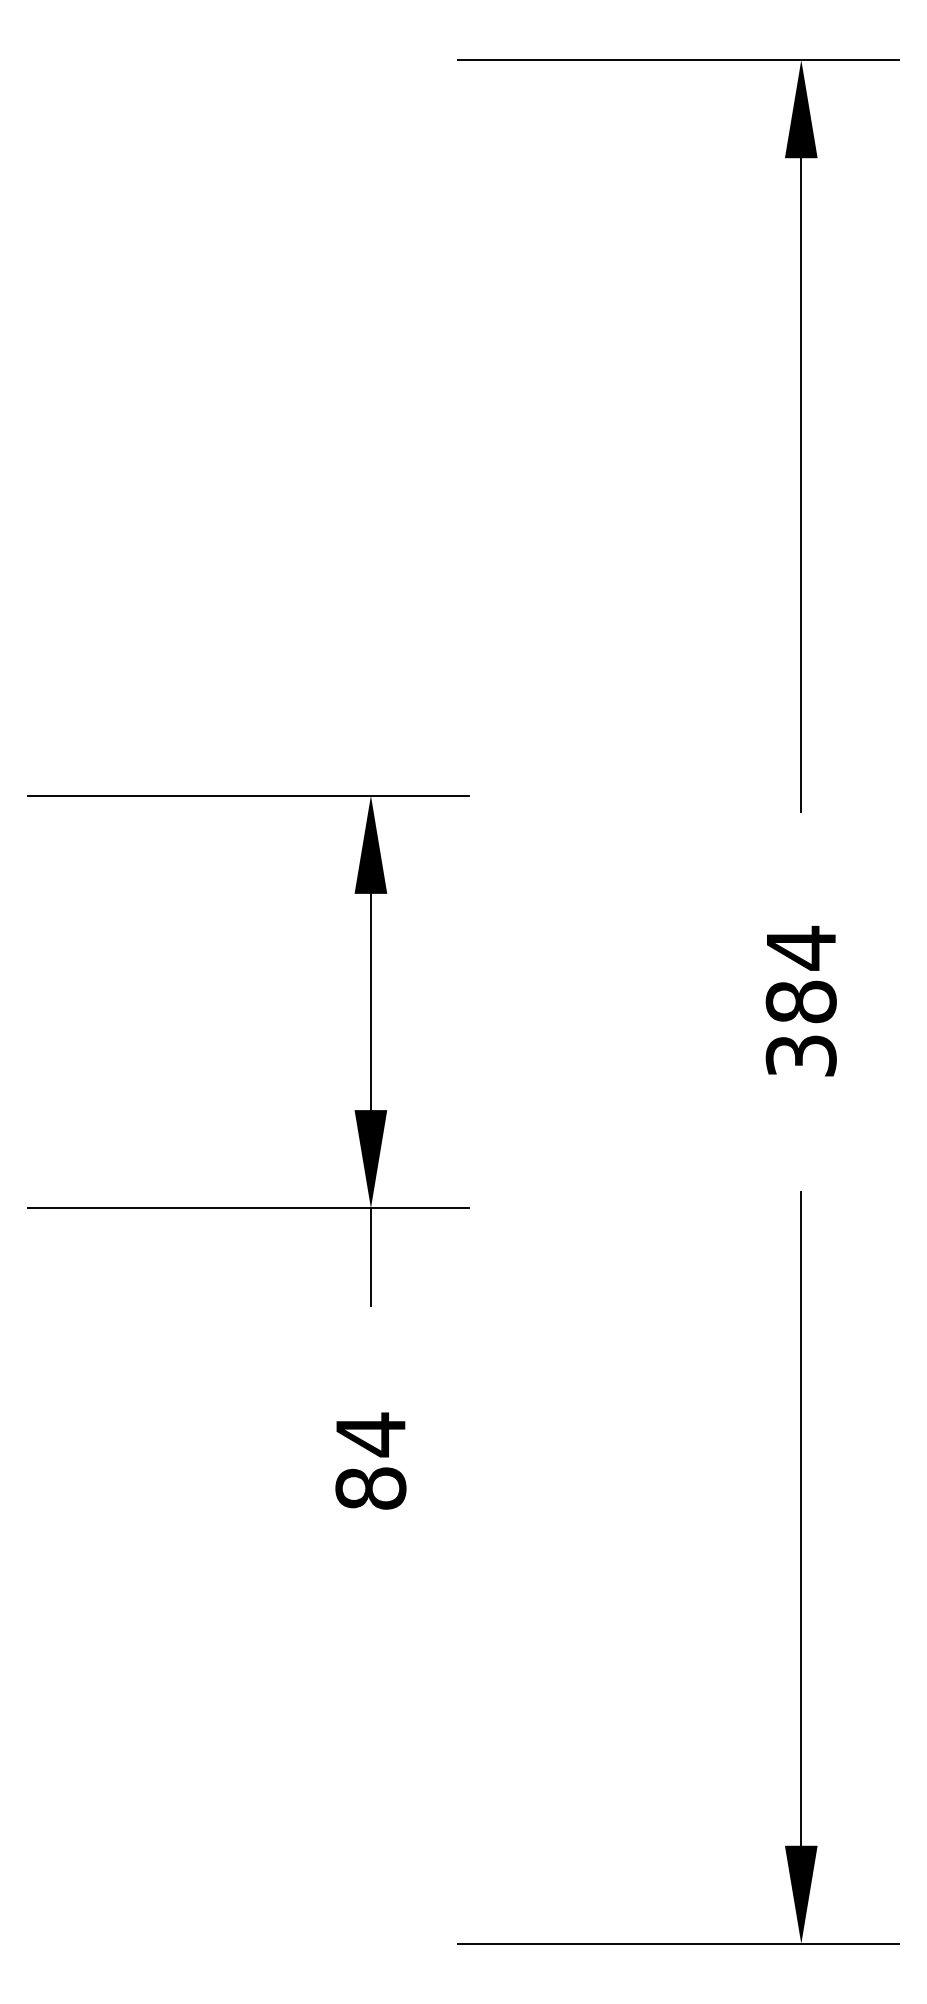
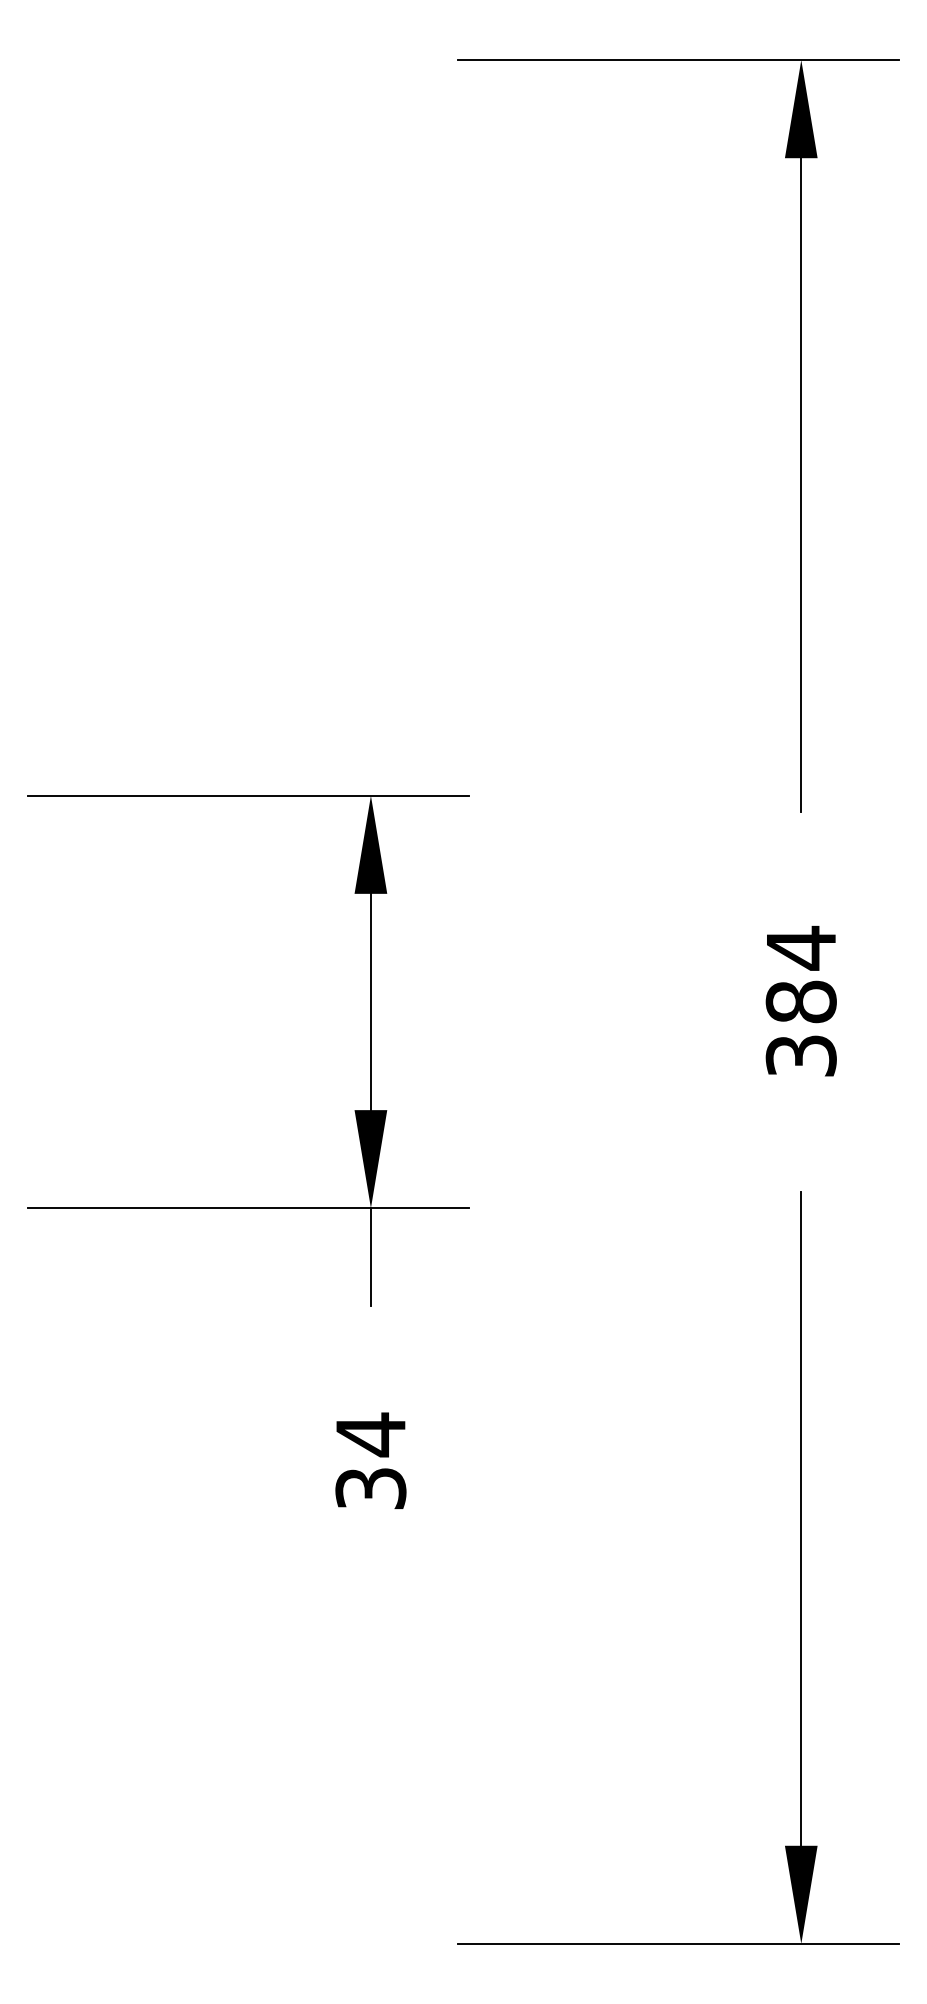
text at (370, 1488): 84 -> 34
